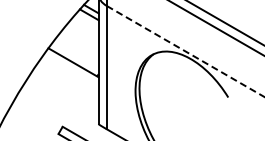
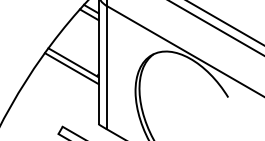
line at (185, 51): dashed -> solid
line at (71, 68): none -> present
